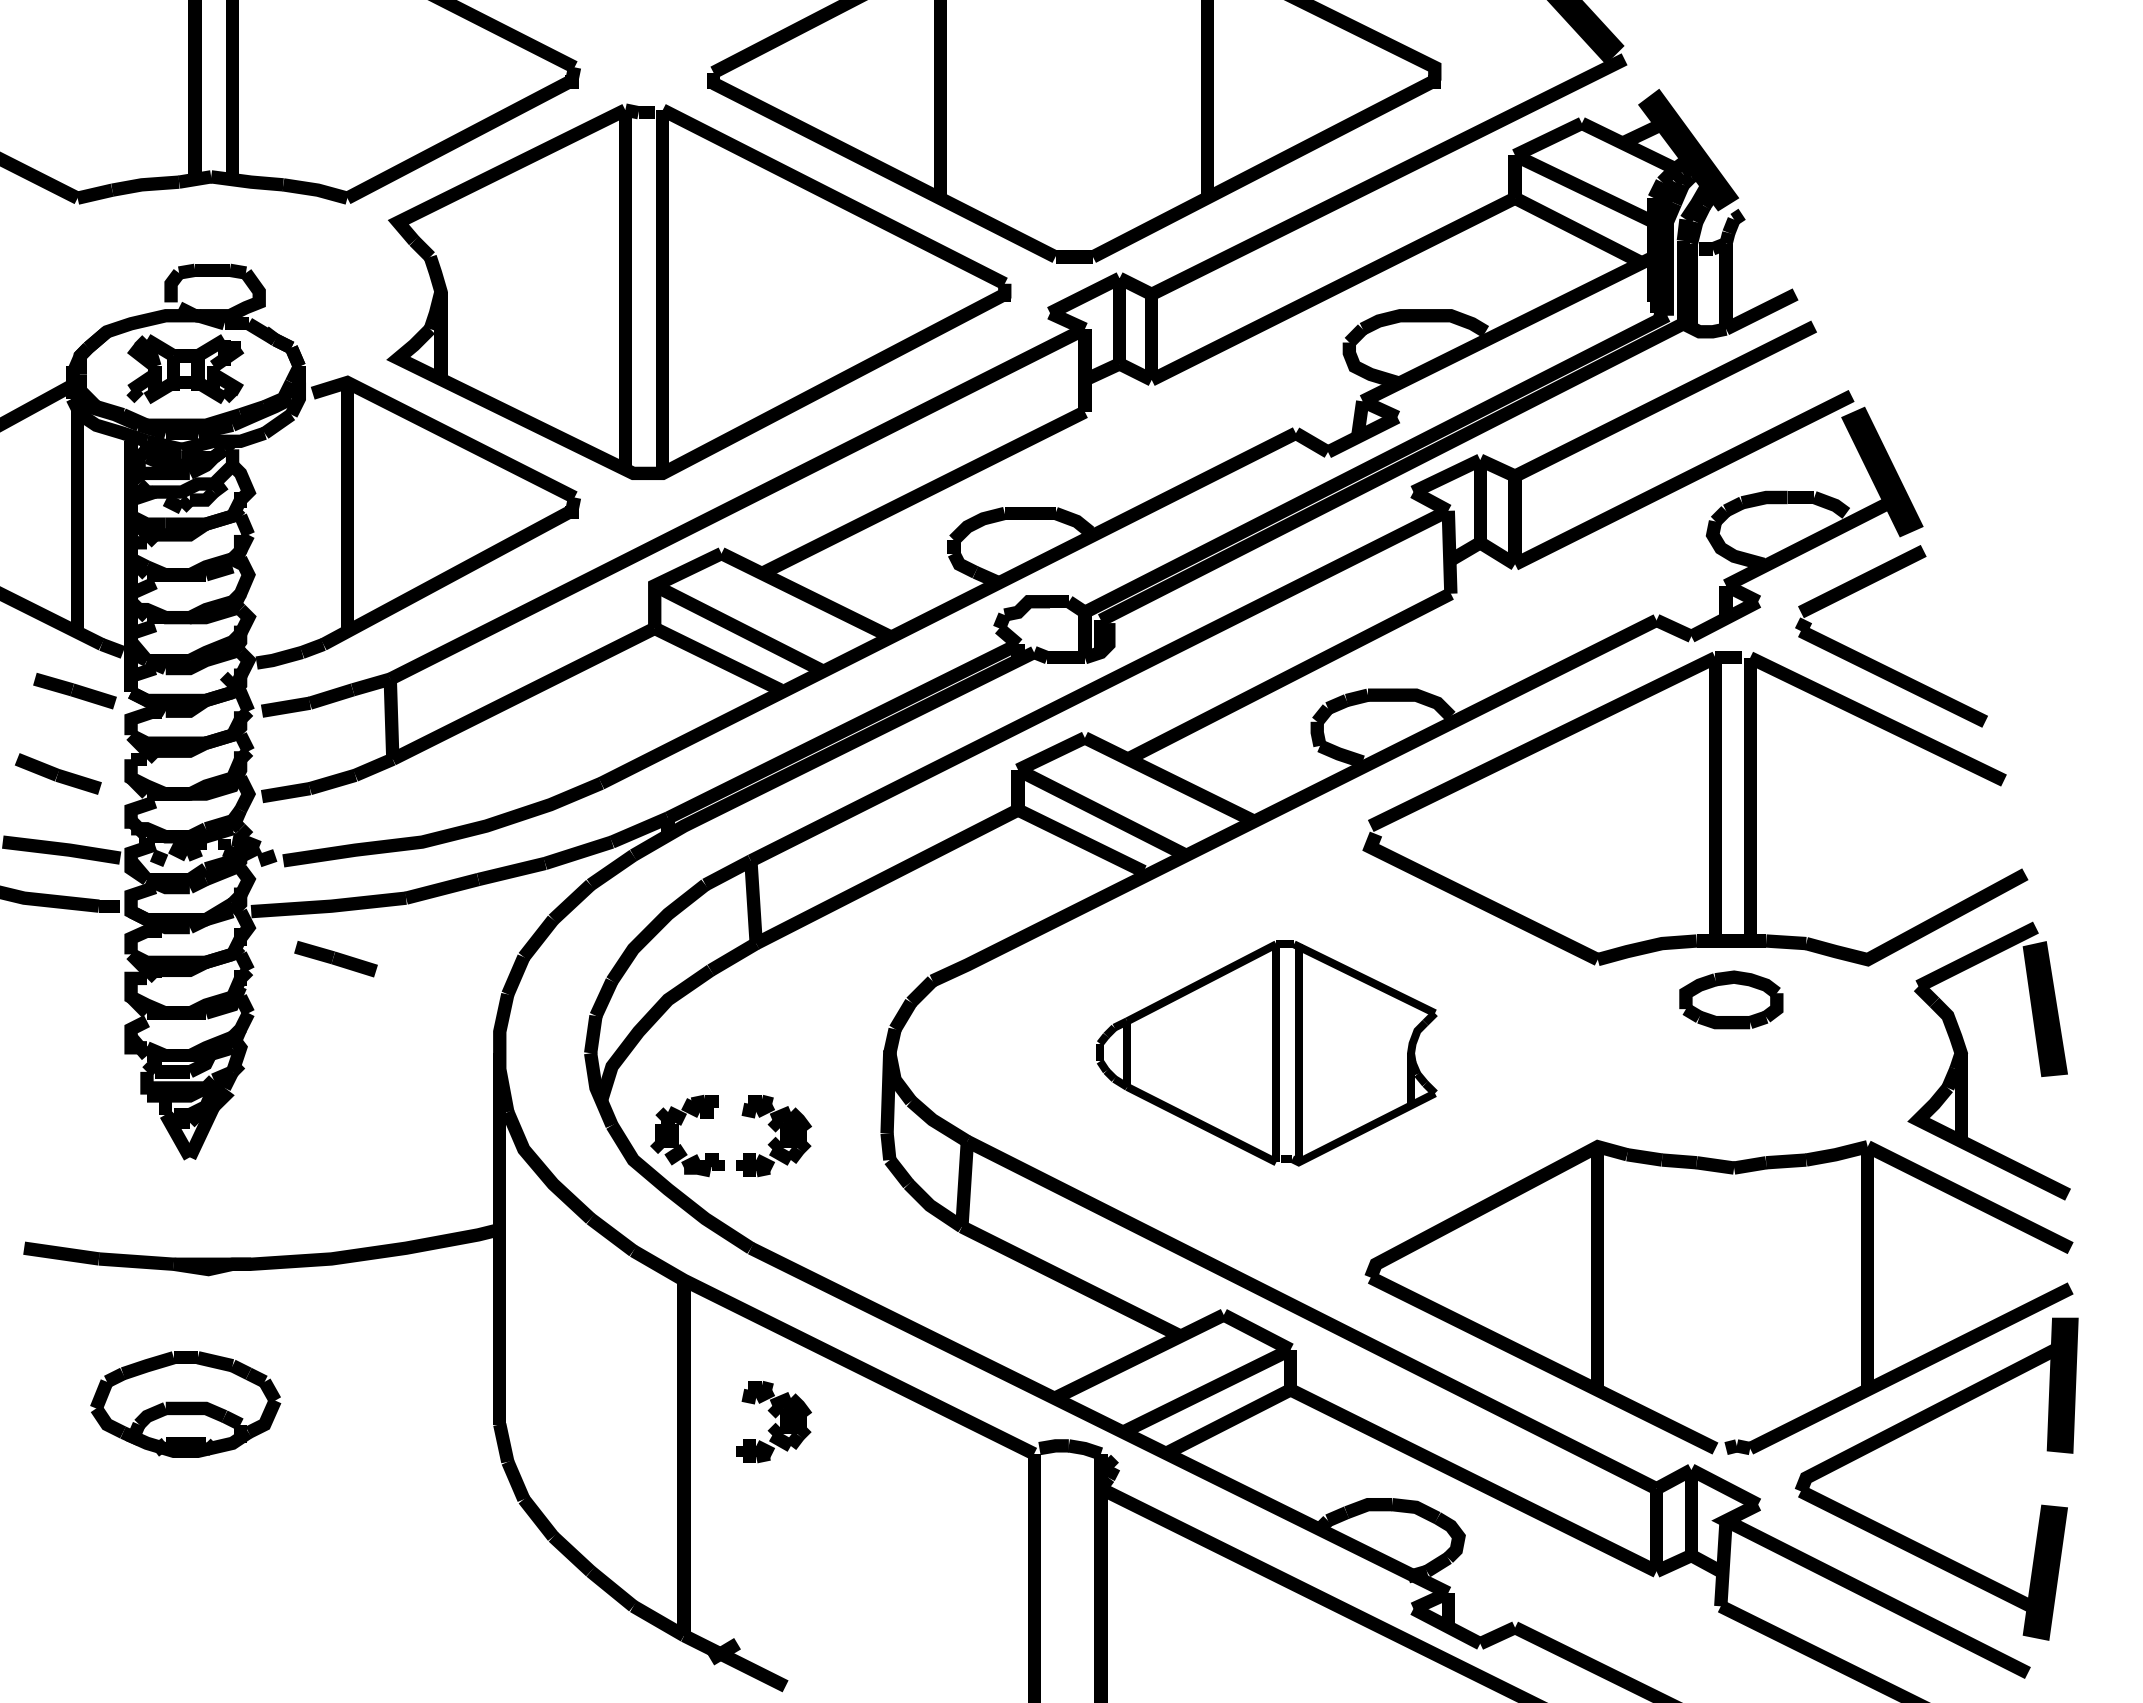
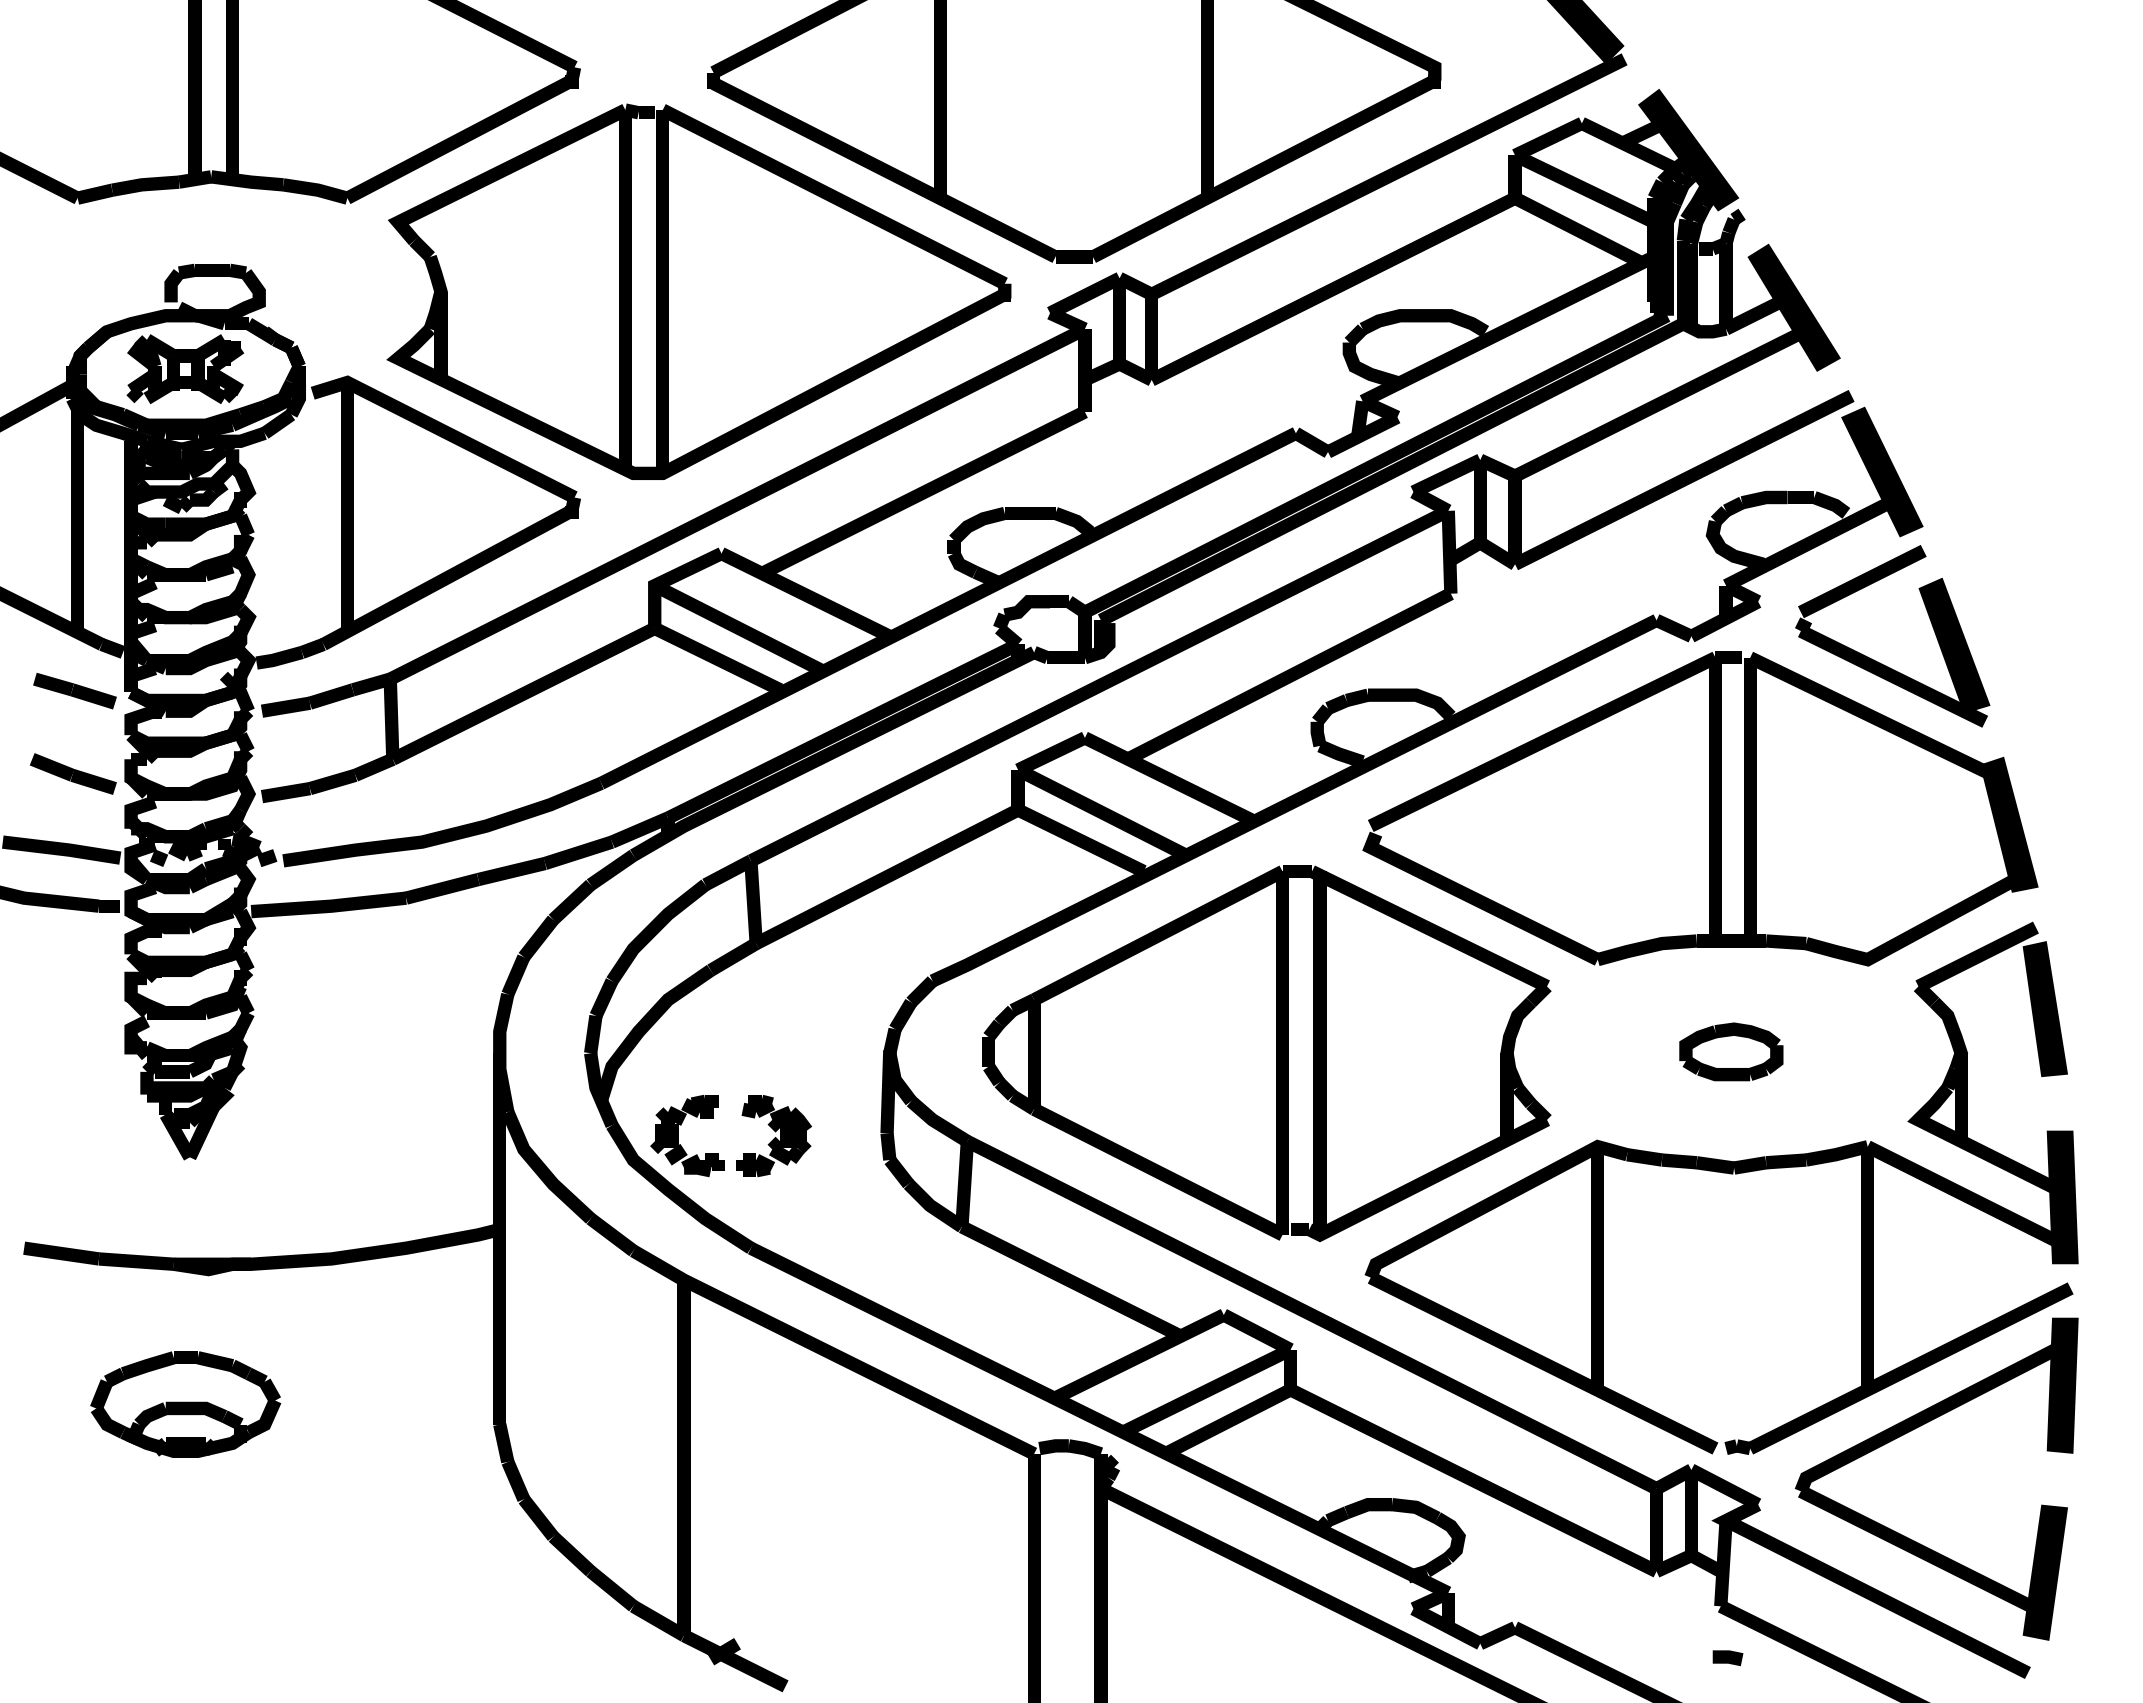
fill at (1794, 307): none -> present
fill at (1954, 645): none -> present
part at (58, 773) position: (58, 773) -> (73, 773)
fill at (2008, 824): none -> present
part at (335, 959): present -> none
part at (1731, 999) position: (1731, 999) -> (1731, 1051)
part at (1266, 1053) size: 342x227 px -> 570x377 px
fill at (2062, 1197): none -> present
part at (773, 1422): present -> none
line at (1727, 1658): none -> present
